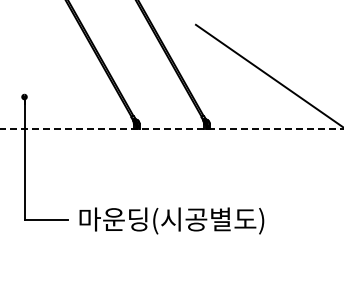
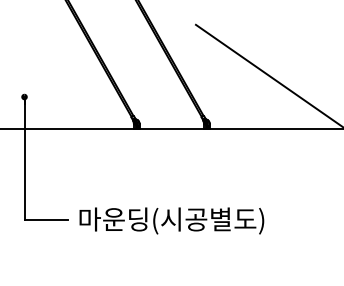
line at (172, 128): dashed -> solid
